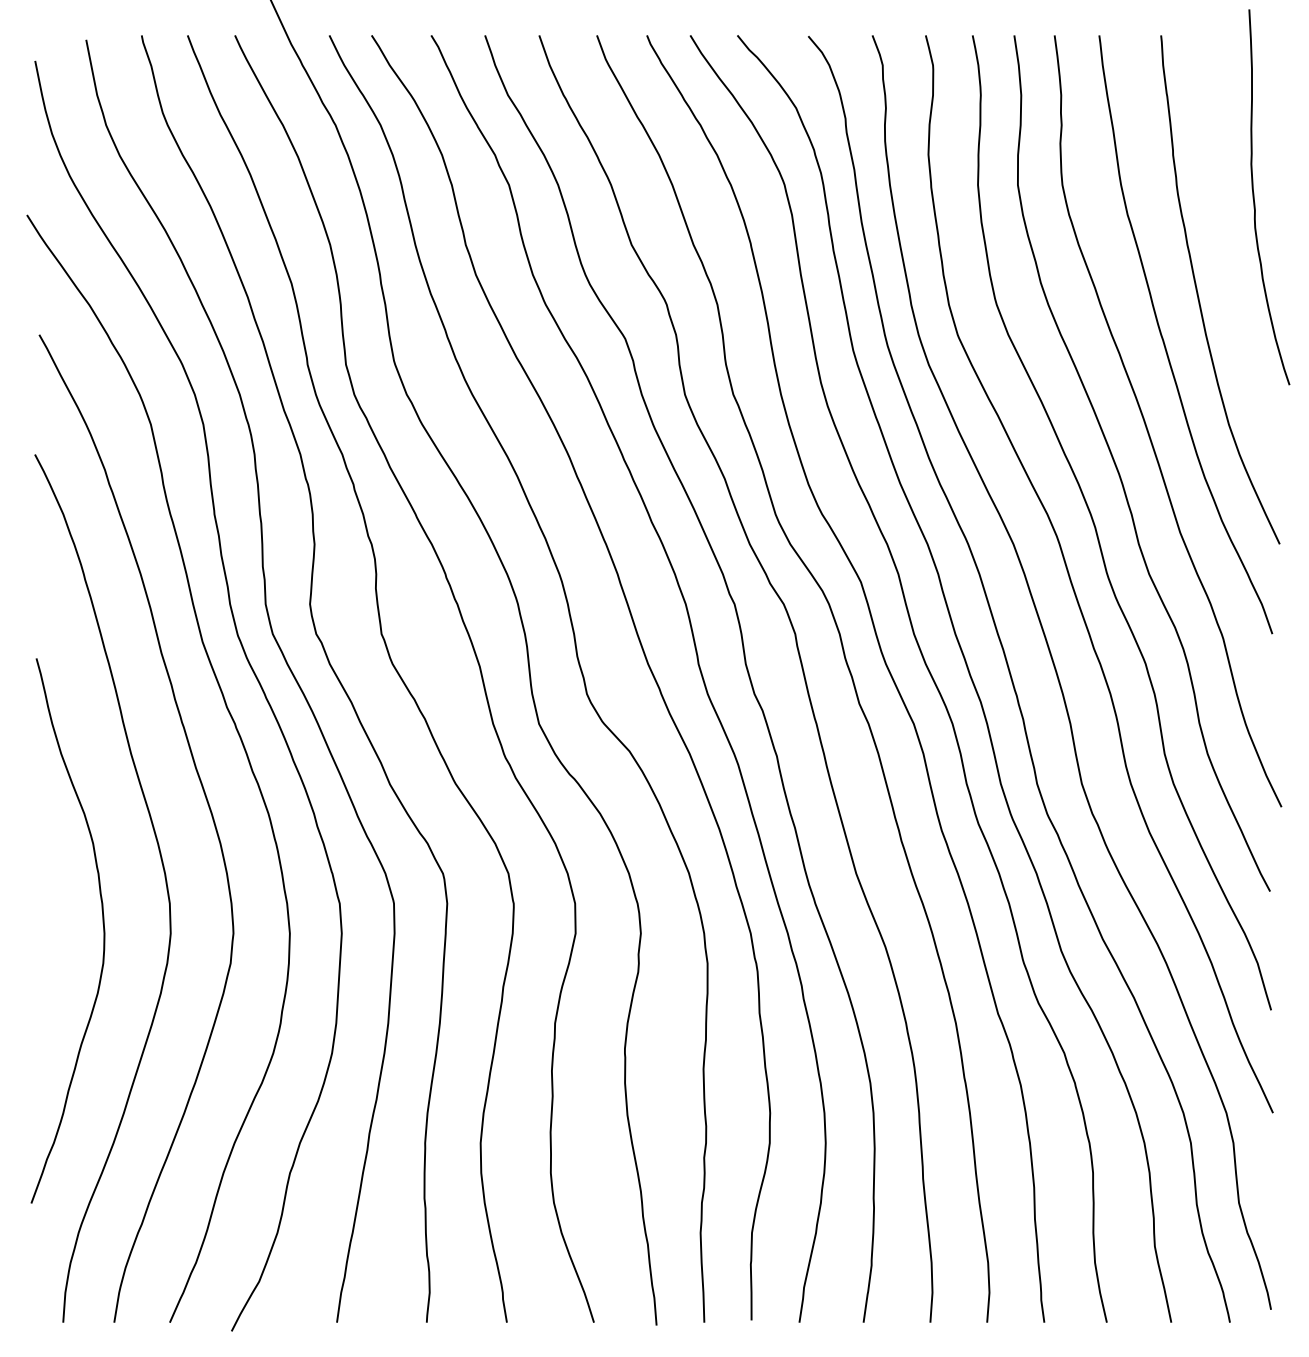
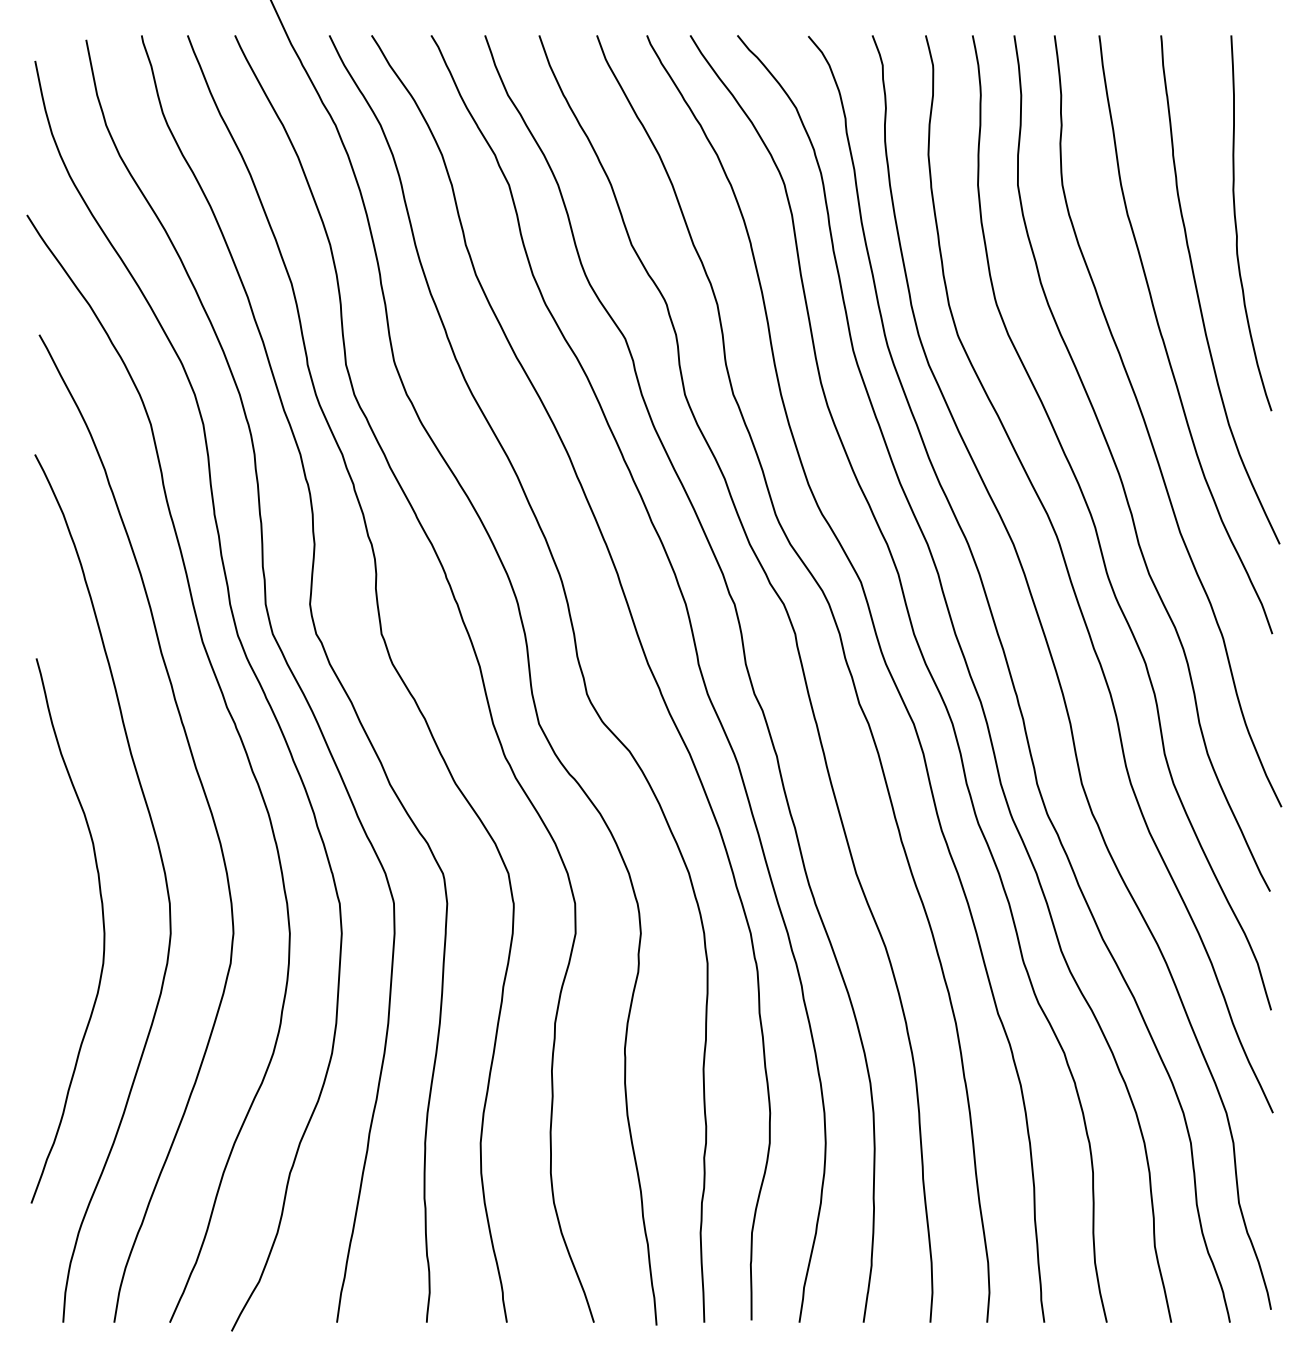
curve at (1255, 202) position: (1255, 202) -> (1237, 228)
